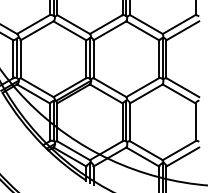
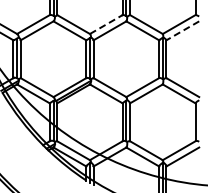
line at (106, 24): solid -> dashed
line at (182, 30): solid -> dashed
